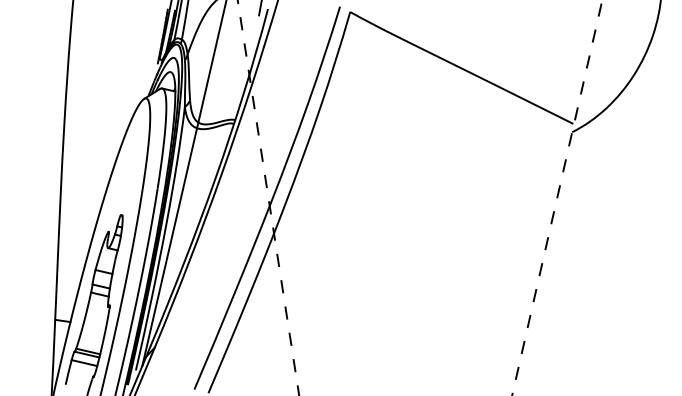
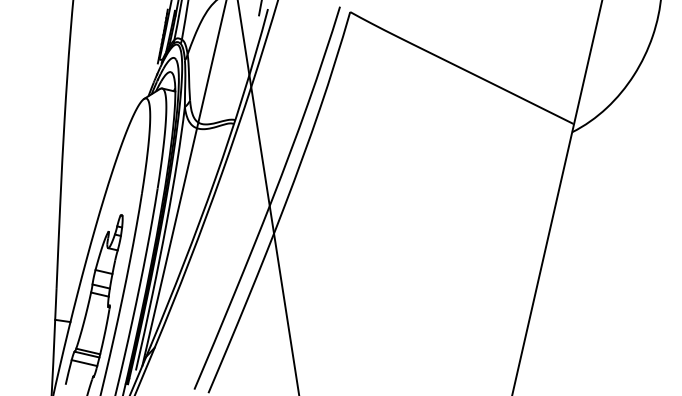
line at (557, 197): dashed -> solid
line at (268, 198): dashed -> solid
